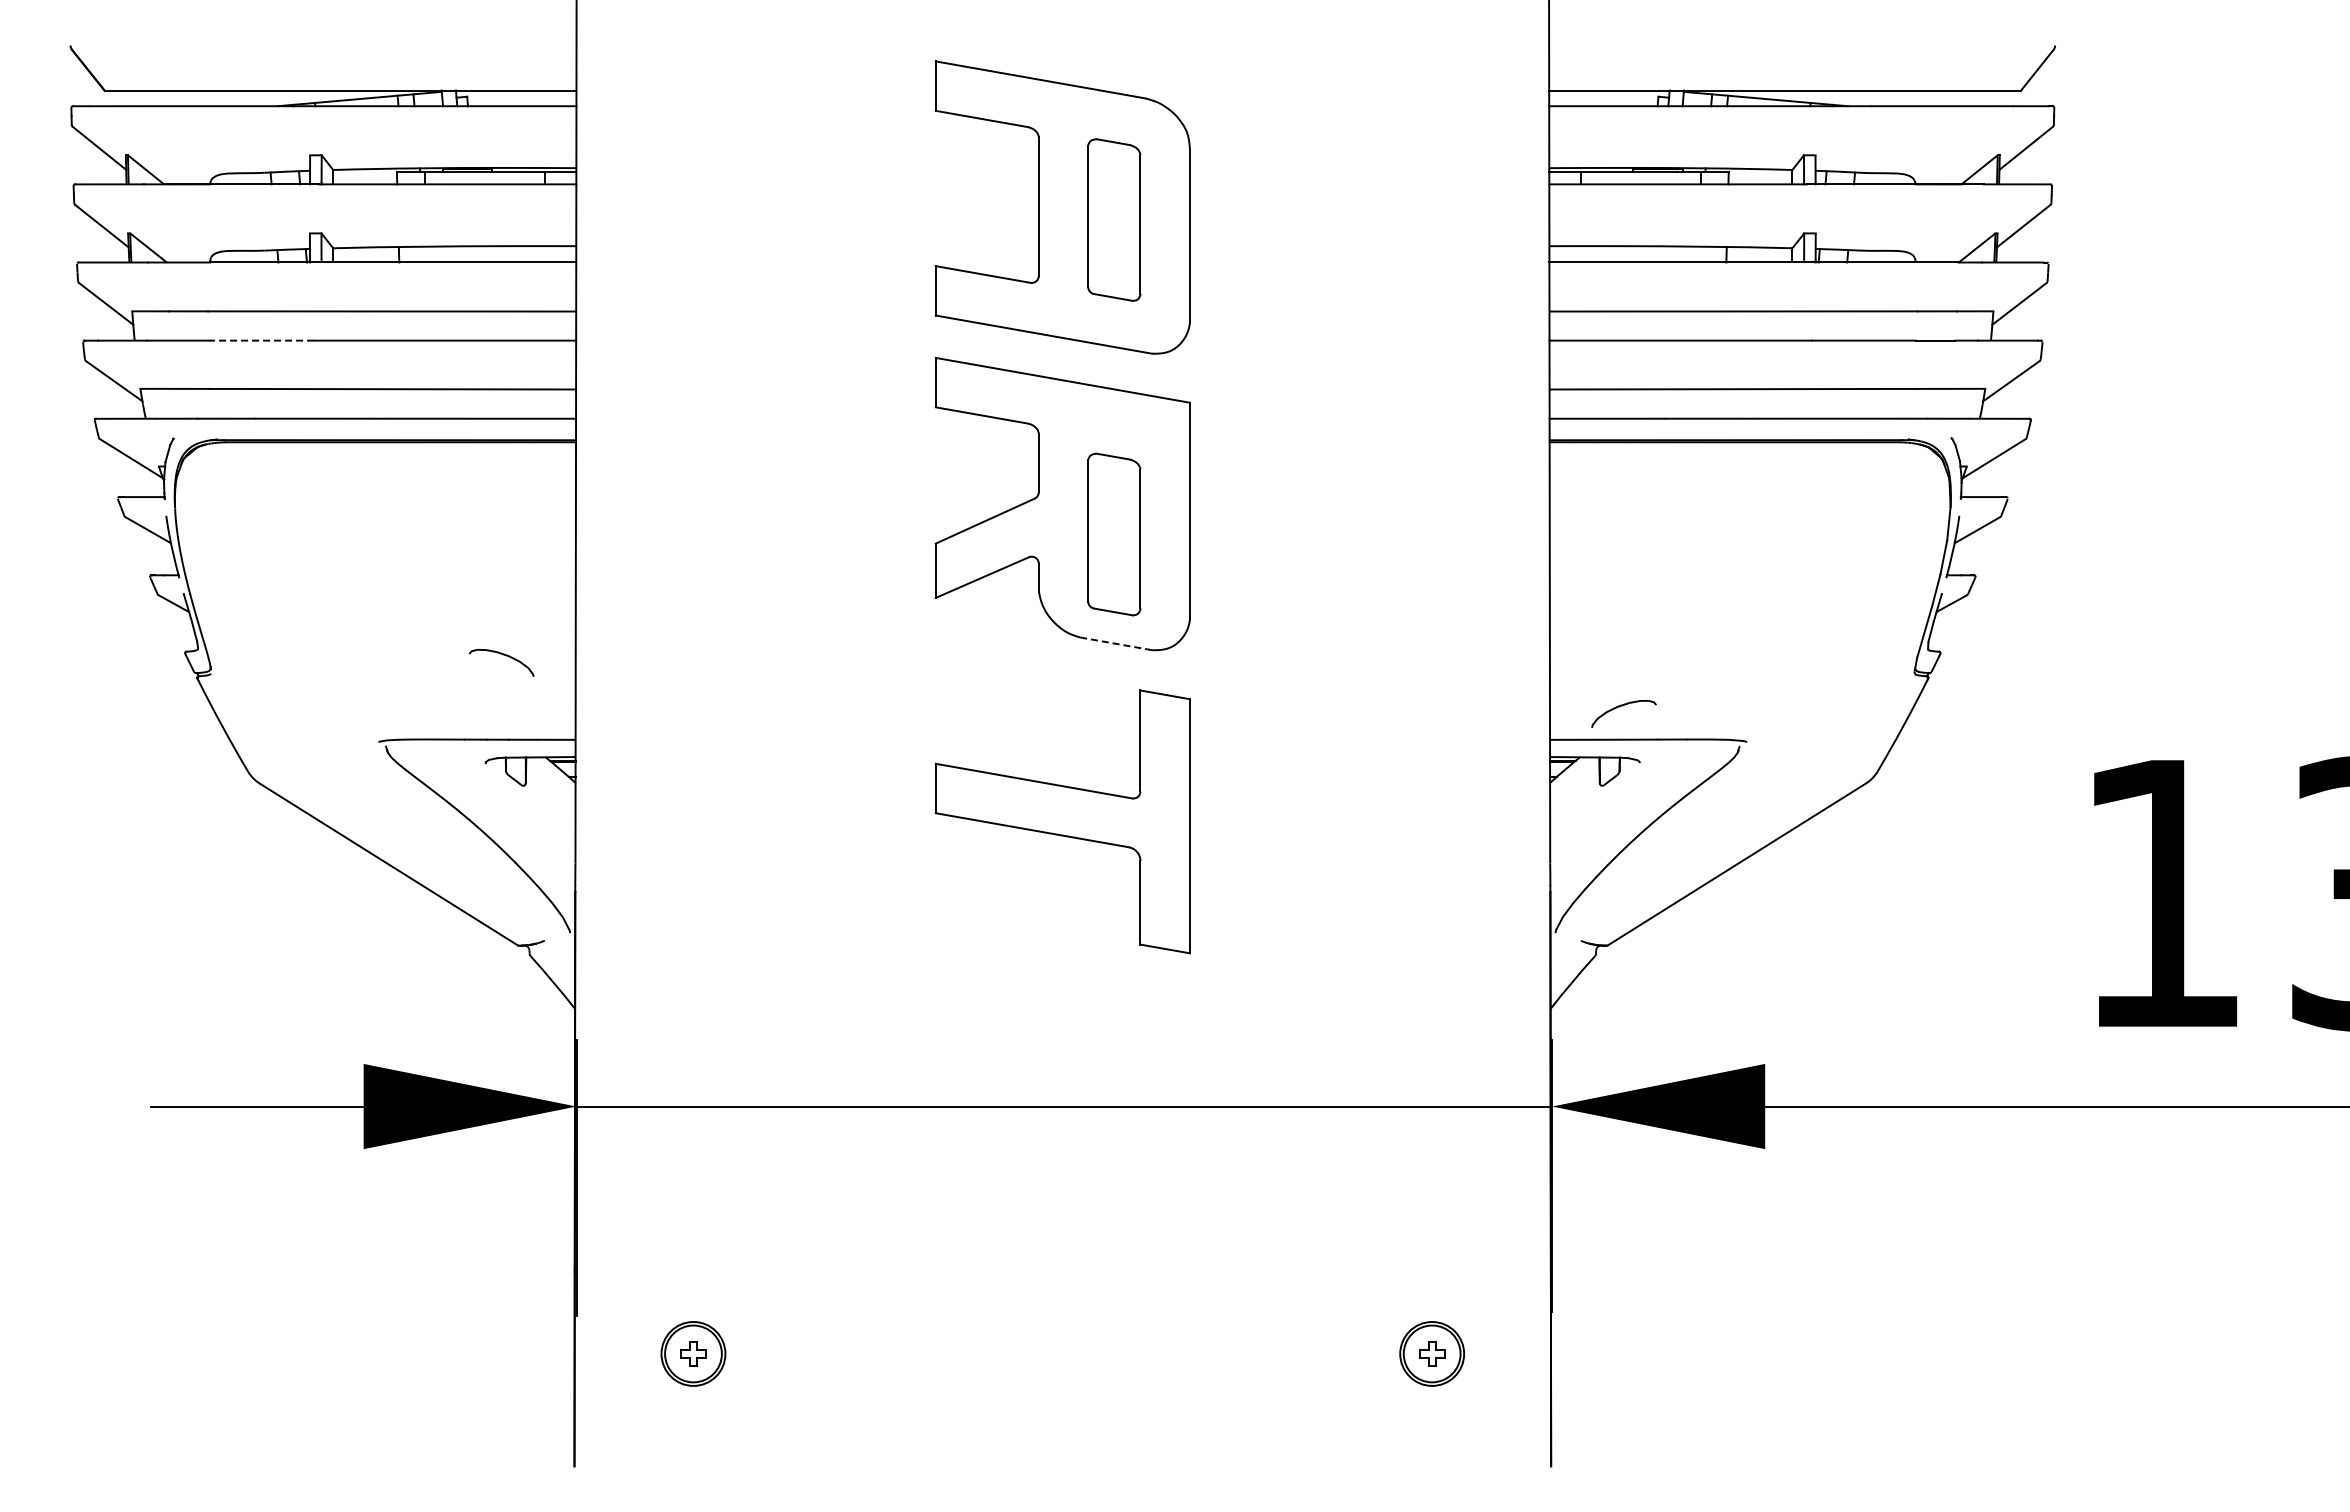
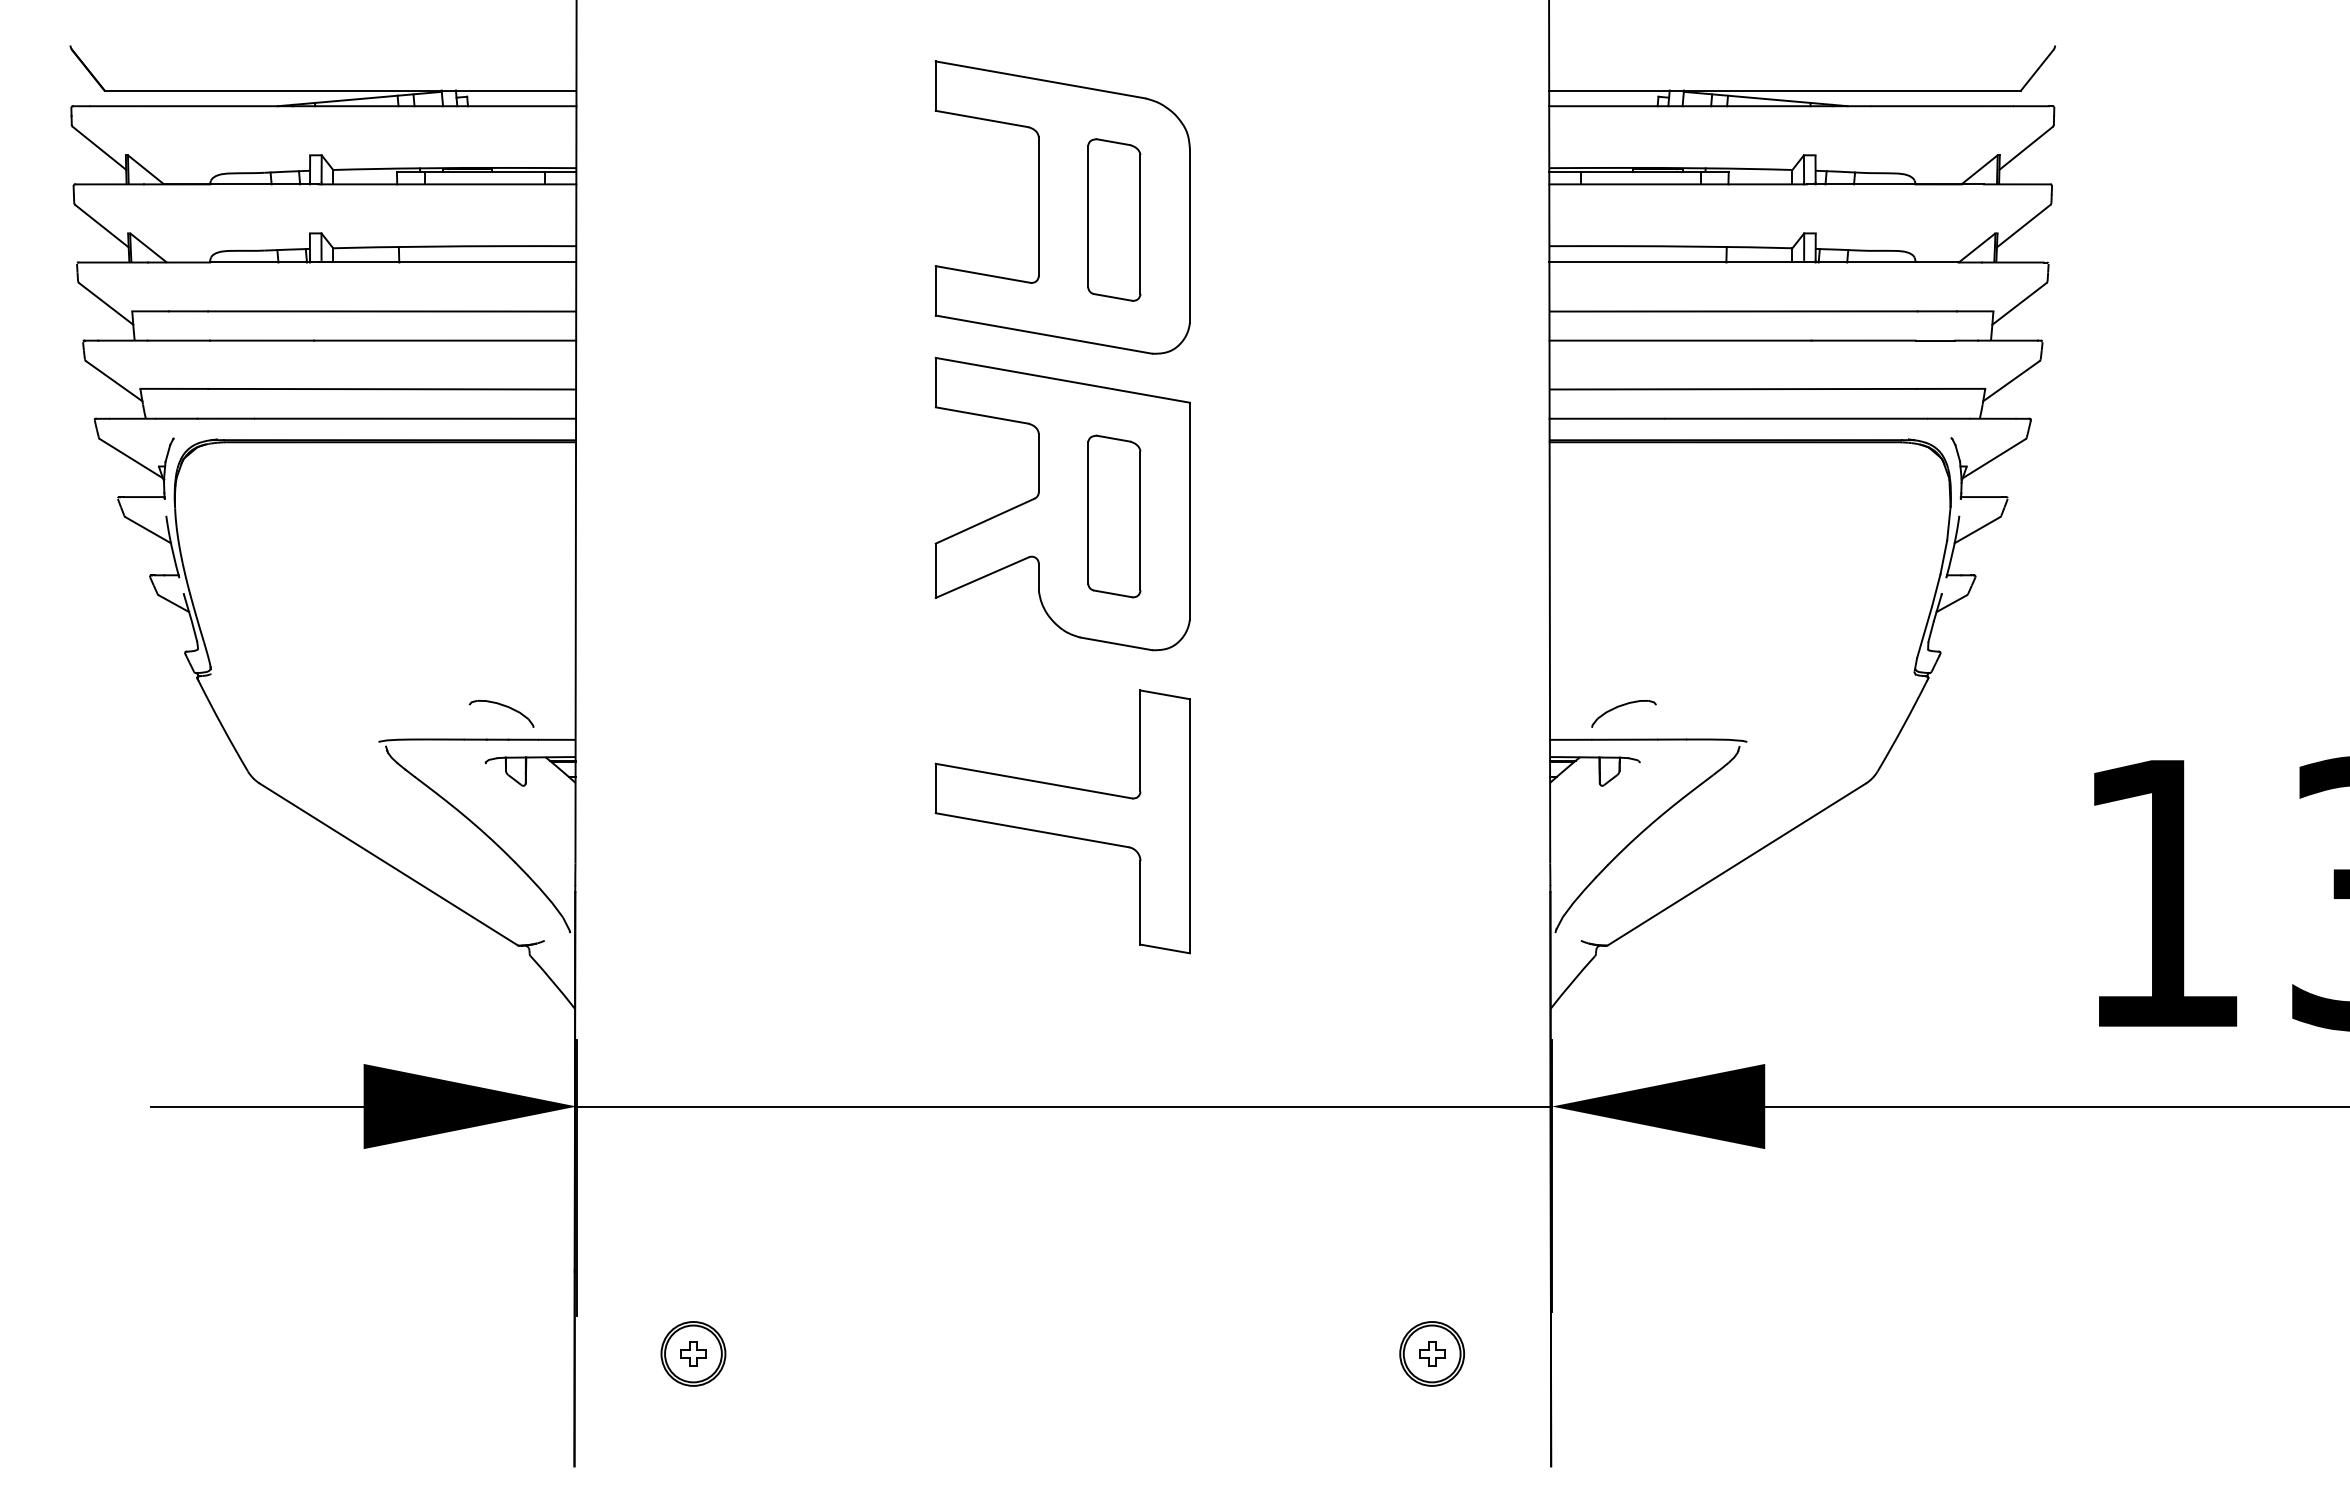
line at (261, 340): dashed -> solid
part at (1114, 534) position: (1114, 534) -> (1114, 516)
line at (1115, 643): dashed -> solid
part at (503, 655) position: (503, 655) -> (503, 706)
